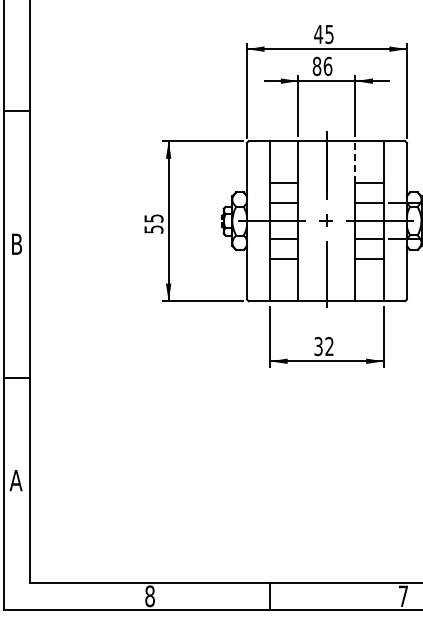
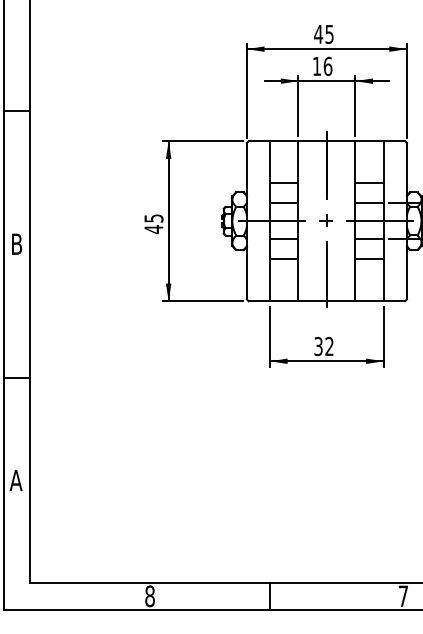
text at (316, 65): 86 -> 16
line at (355, 161): dashed -> solid
text at (153, 229): 55 -> 45
